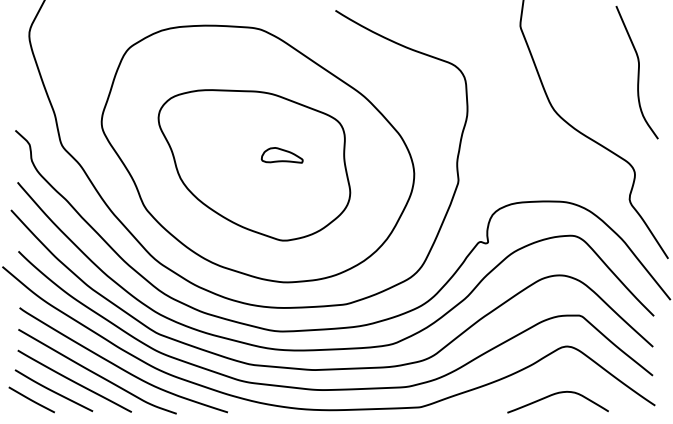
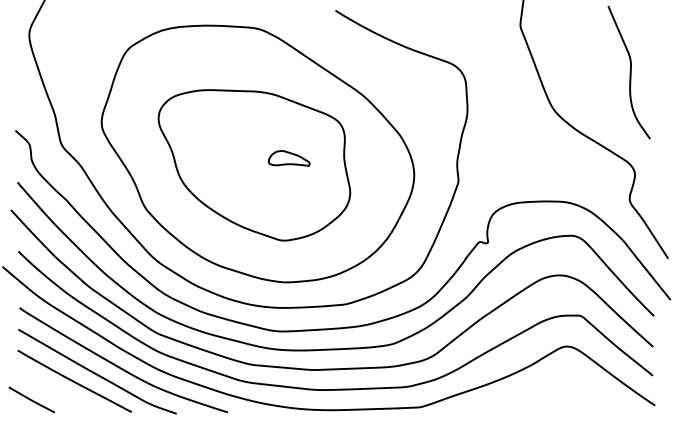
curve at (637, 72) position: (637, 72) -> (629, 72)
part at (281, 155) position: (281, 155) -> (288, 158)
curve at (53, 390): present -> none
curve at (557, 394): present -> none
